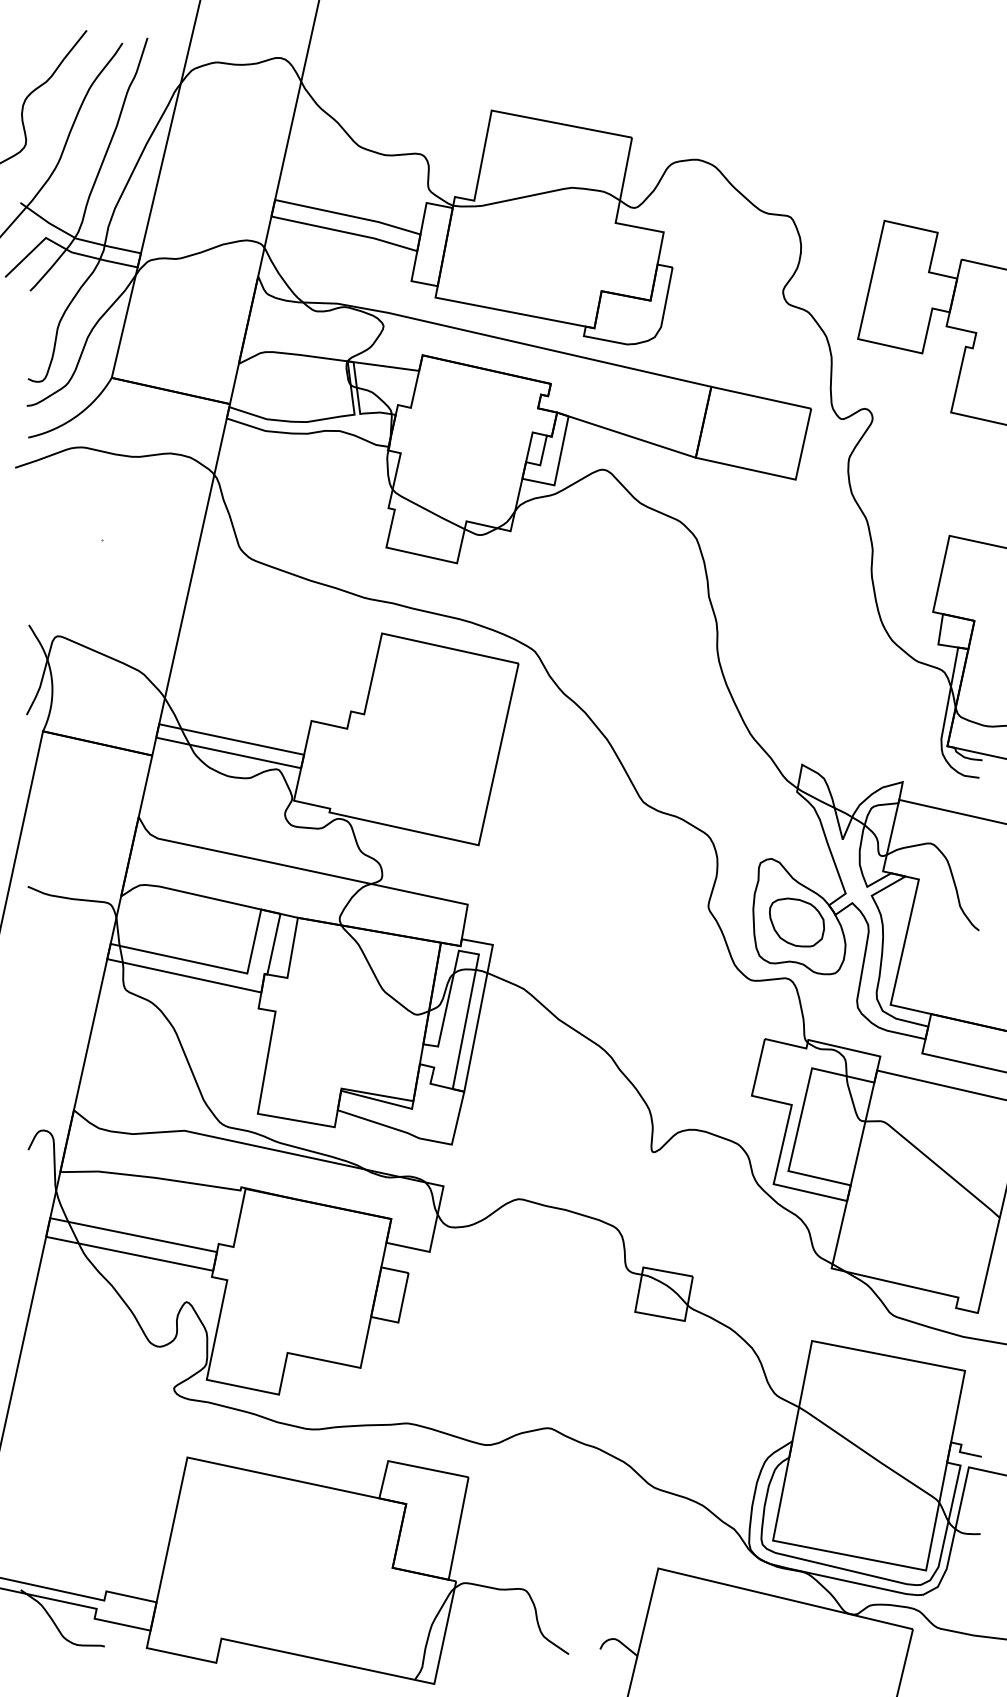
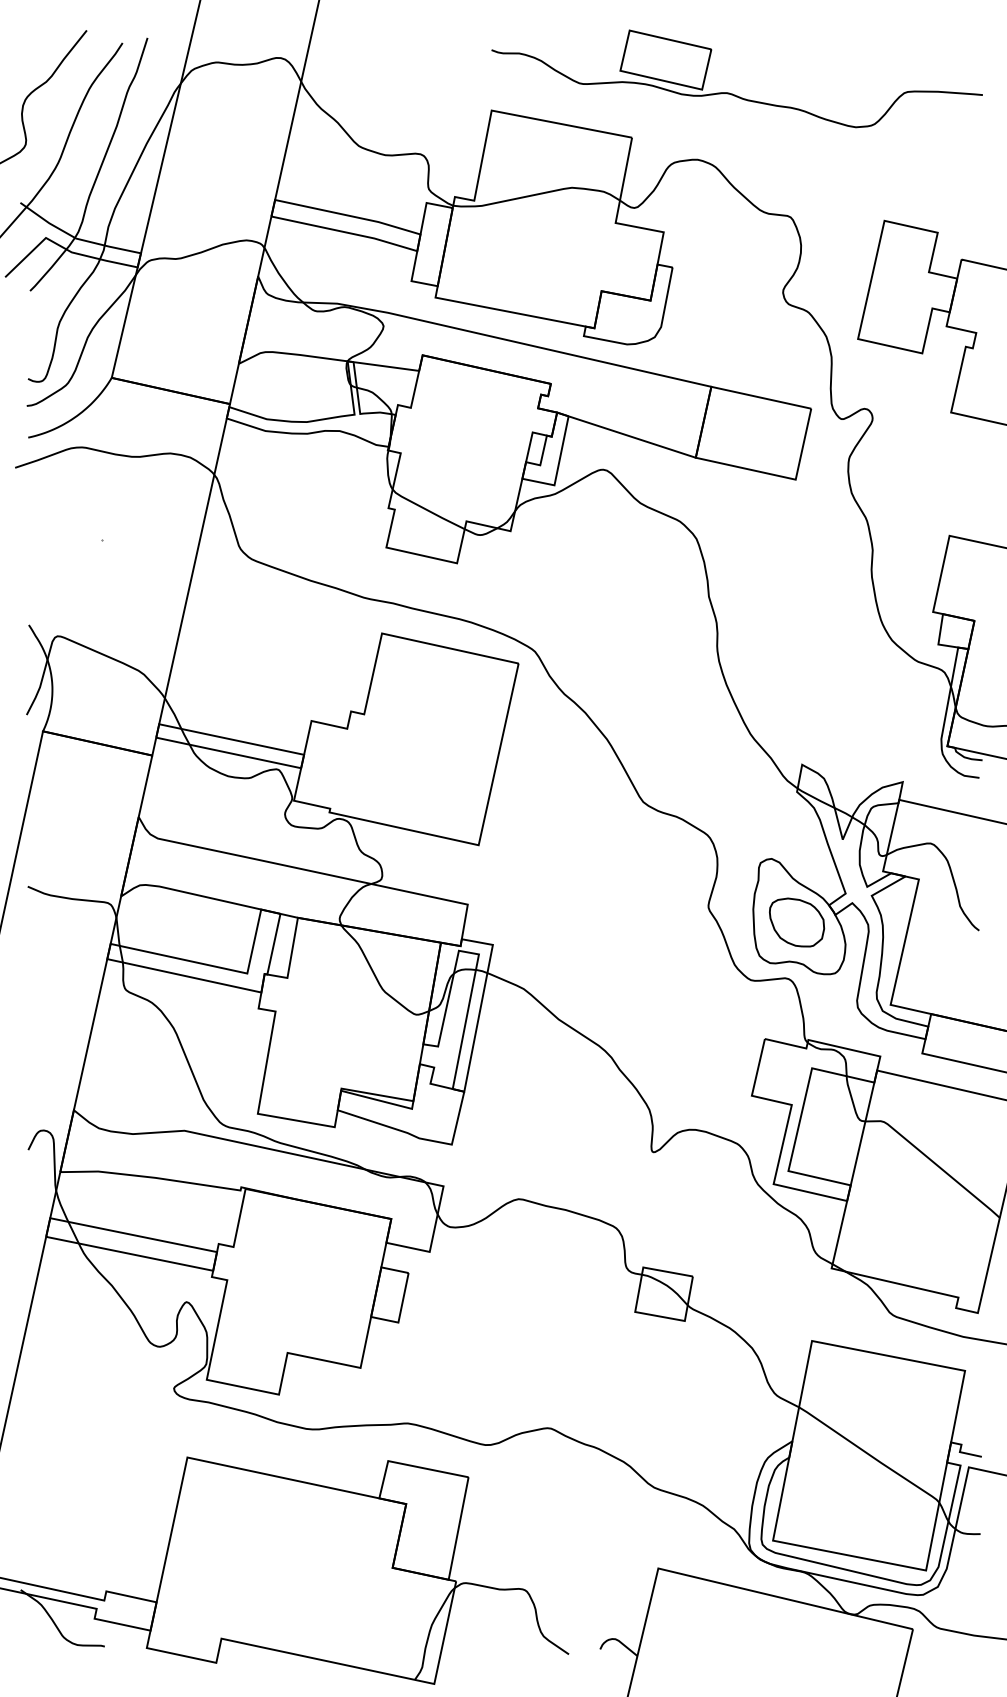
part at (732, 93): none -> present
